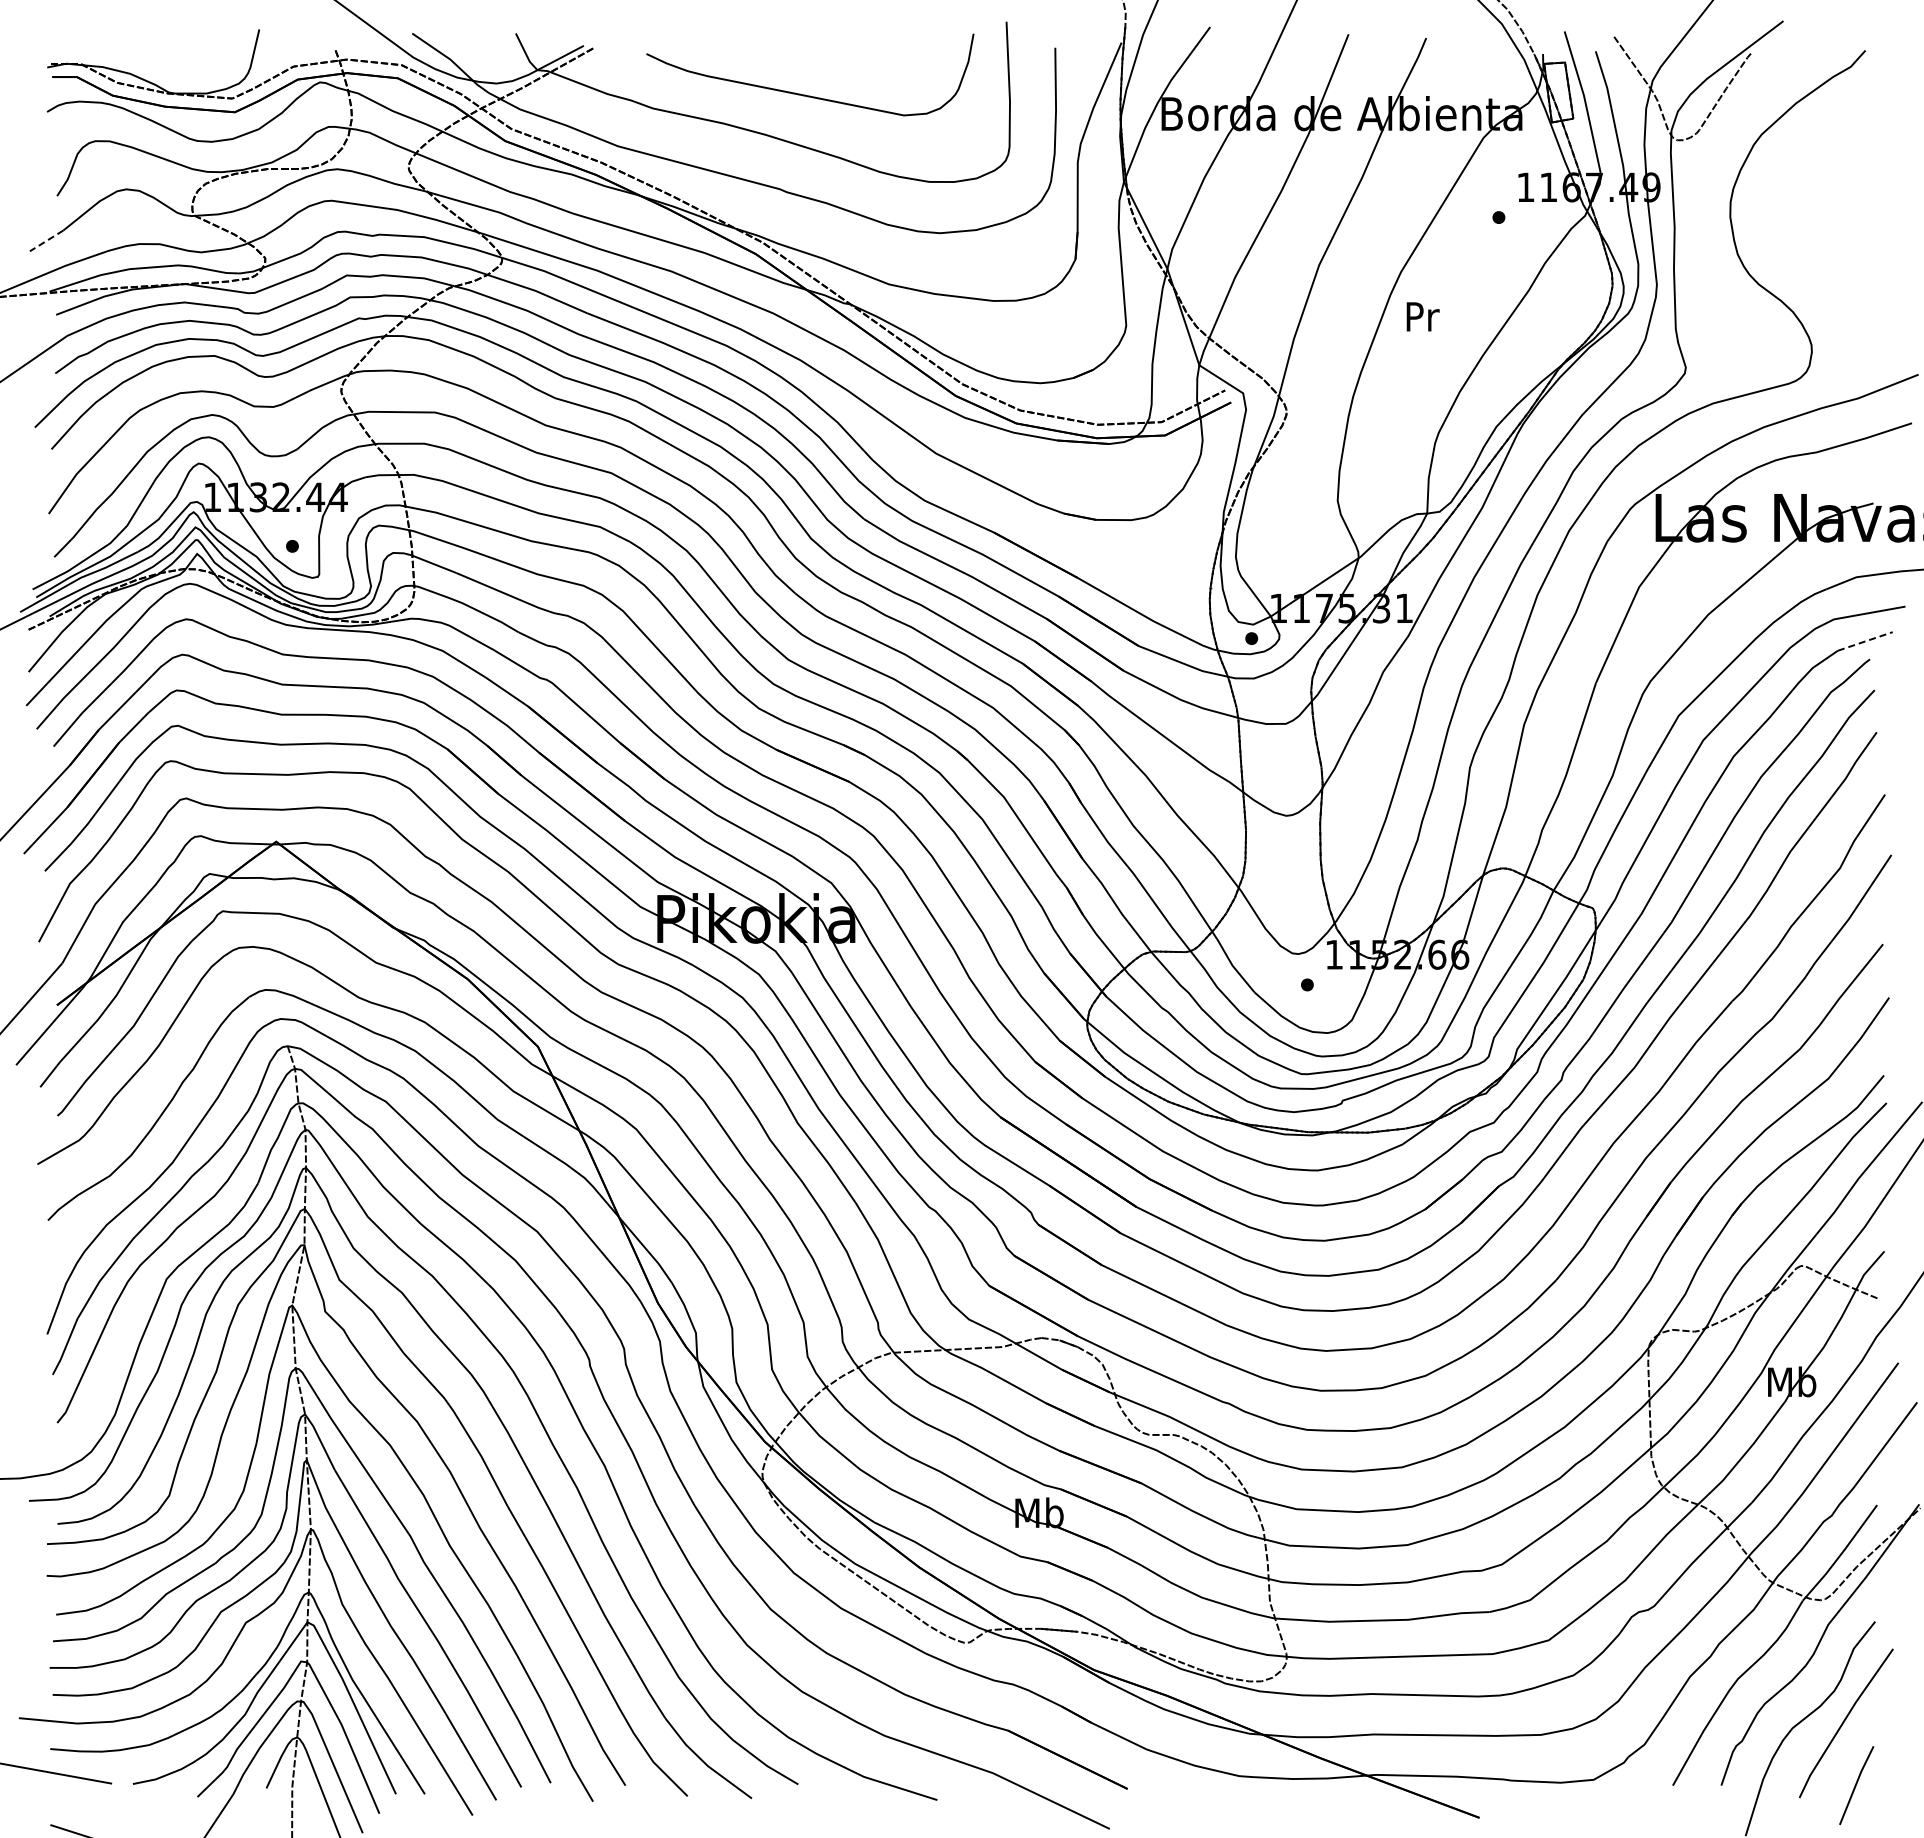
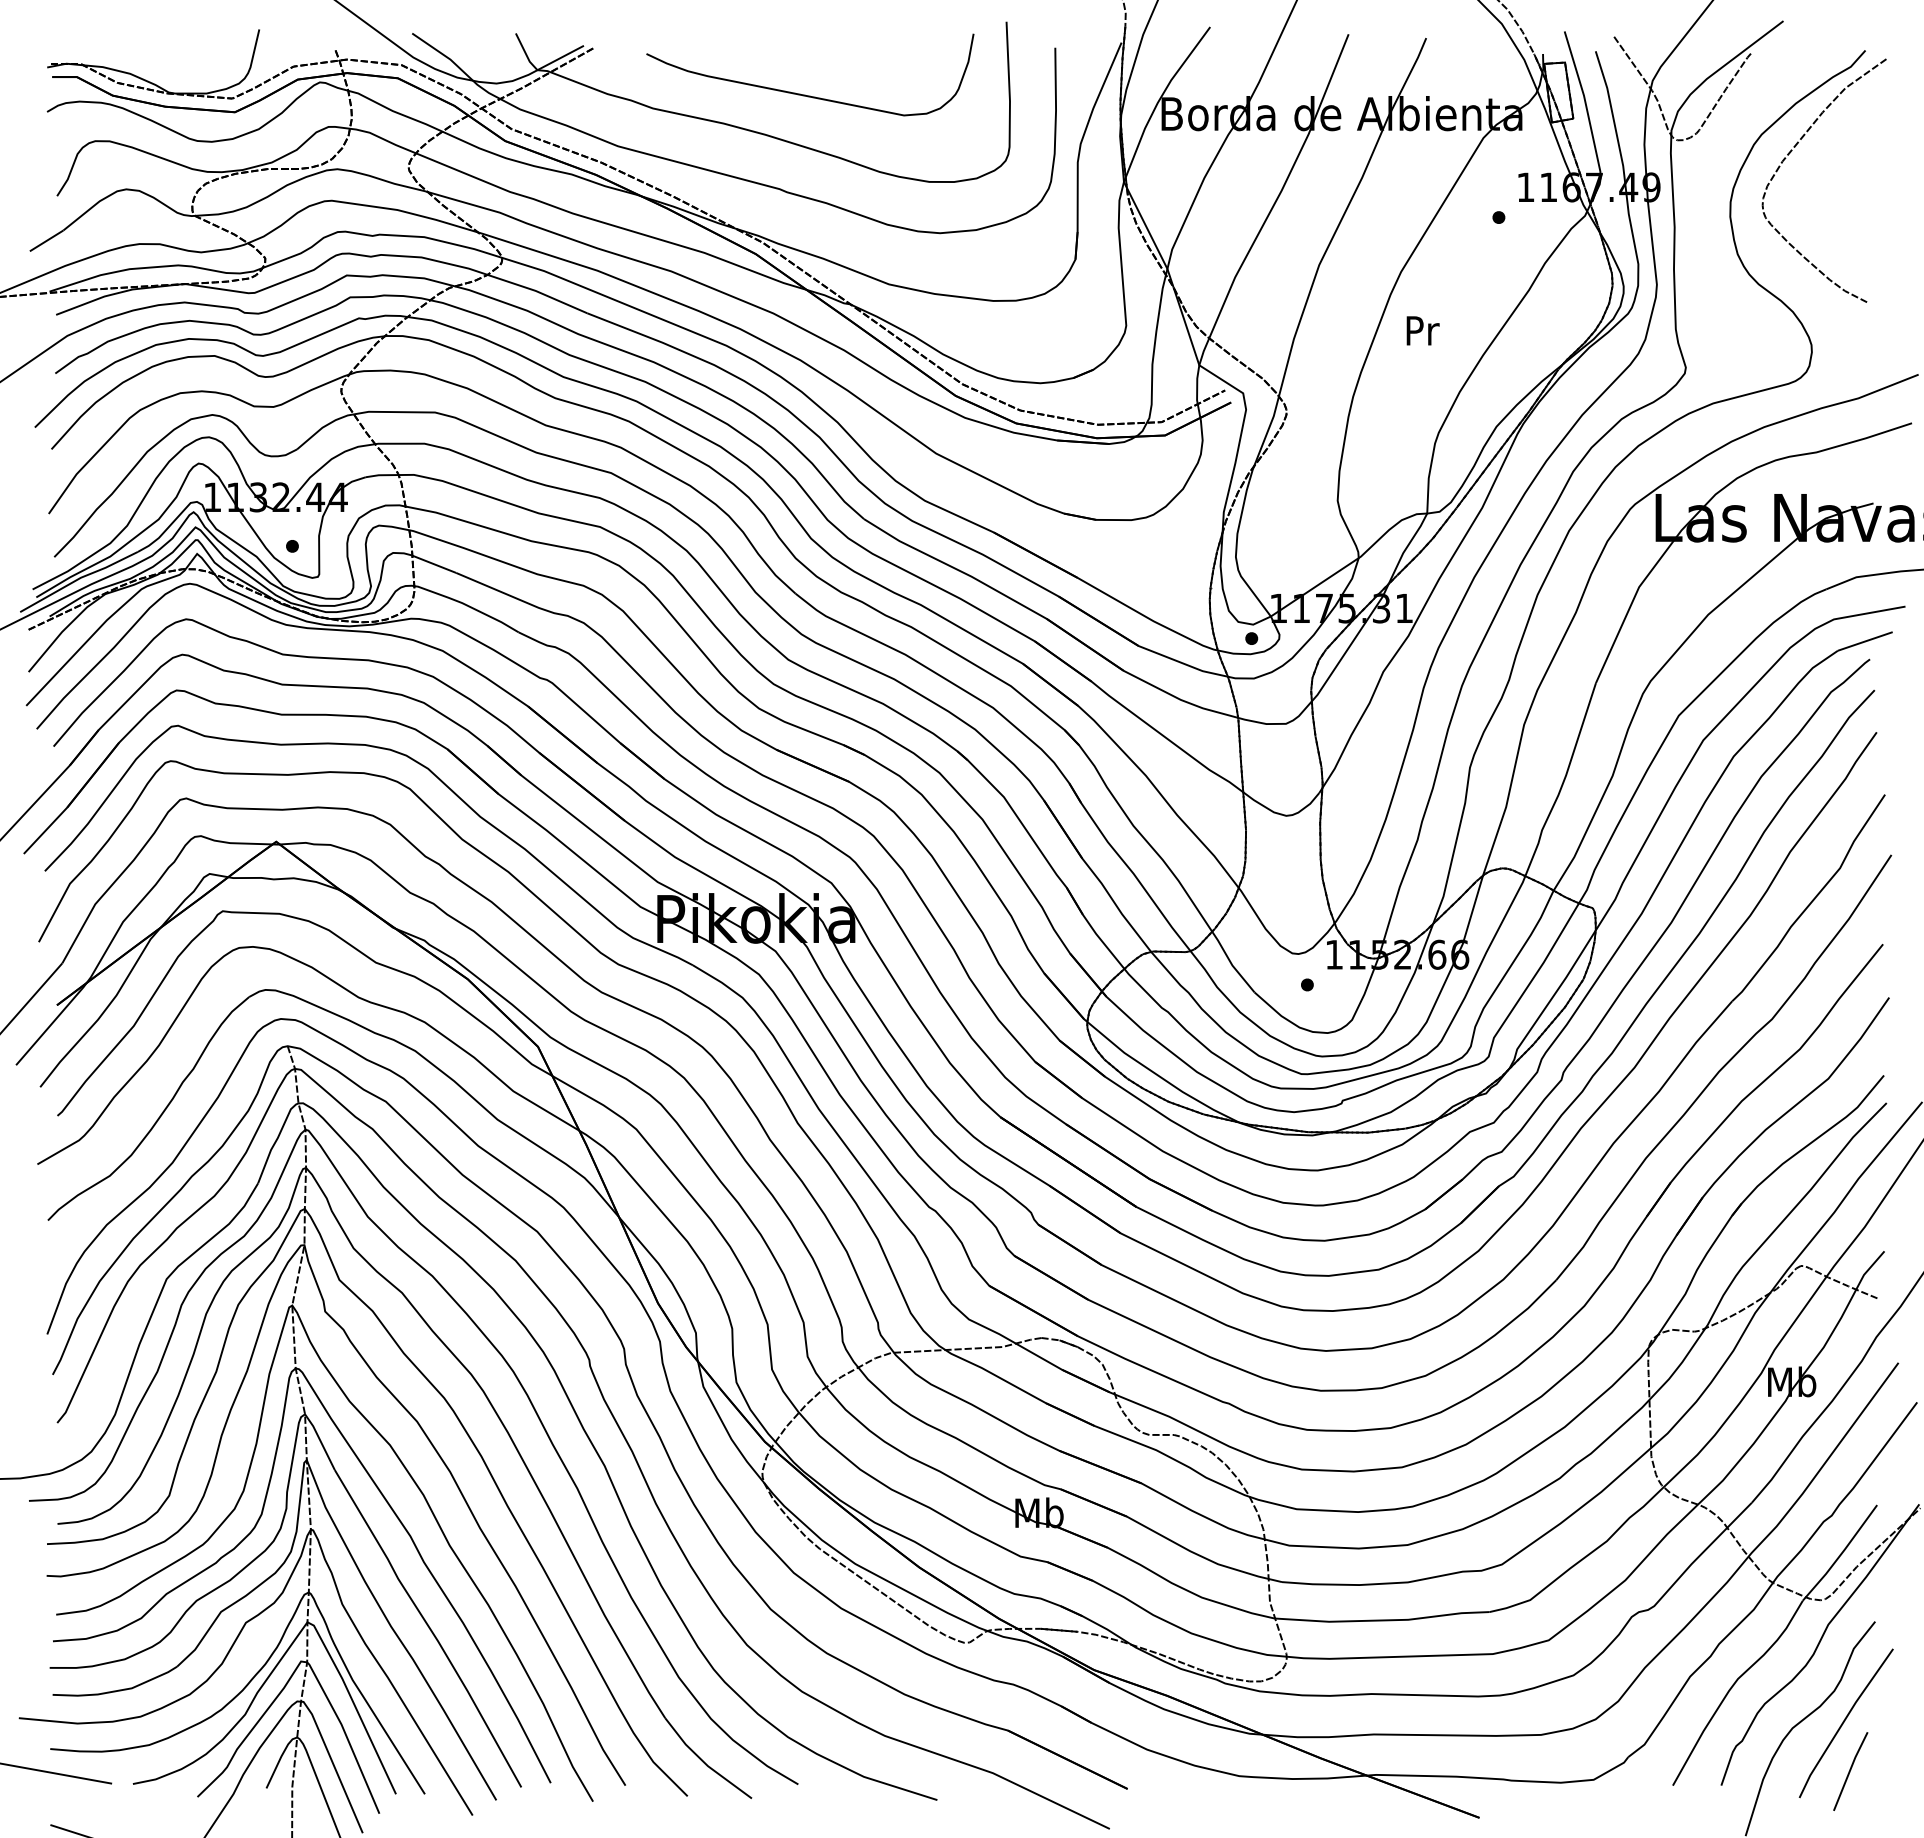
curve at (1791, 152): none -> present
line at (46, 240): dashed -> solid
text at (1422, 316) position: (1422, 316) -> (1422, 330)
line at (1865, 641): dashed -> solid
line at (1856, 1785) position: (1856, 1785) -> (1850, 1771)
